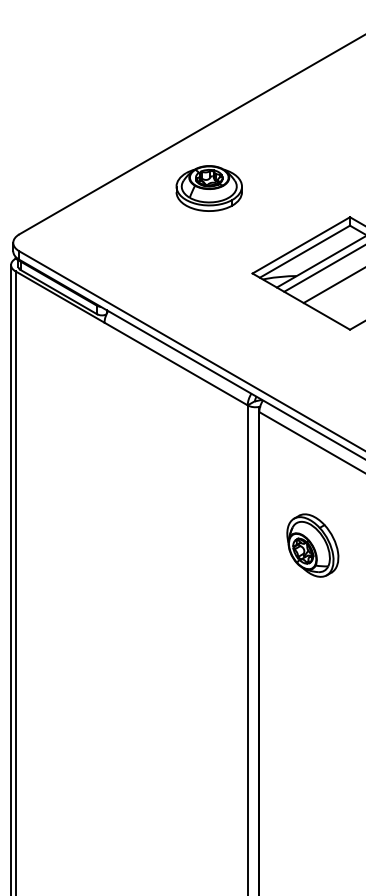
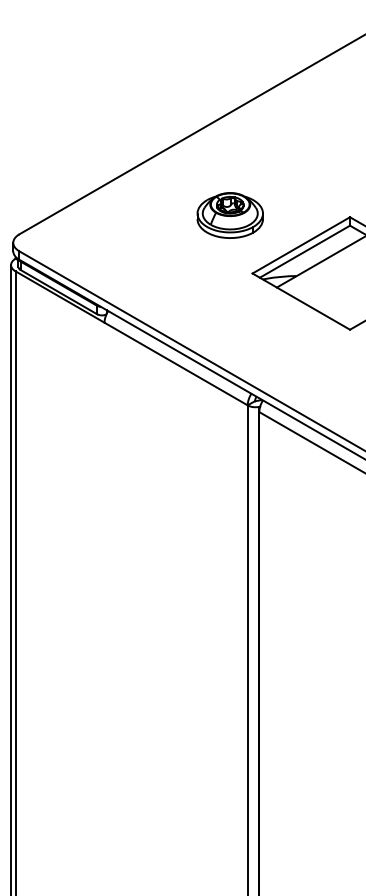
part at (208, 188) position: (208, 188) -> (229, 215)
line at (323, 268): present -> none
line at (332, 286): present -> none
part at (312, 545): present -> none
